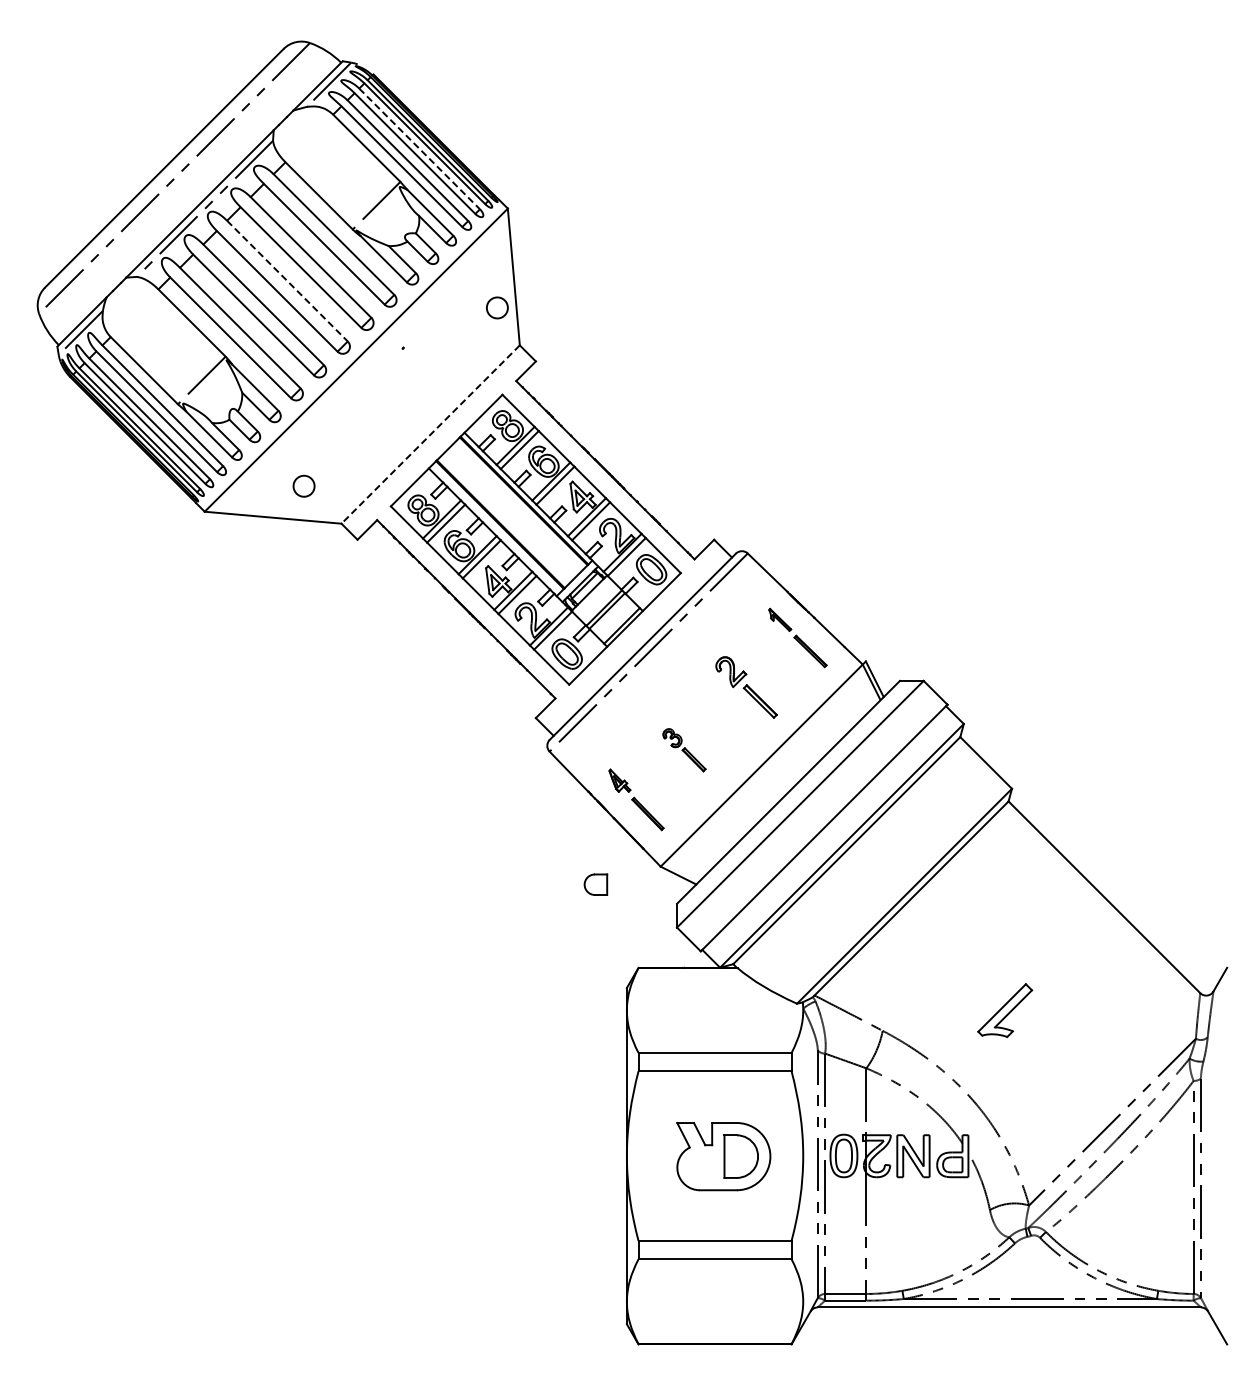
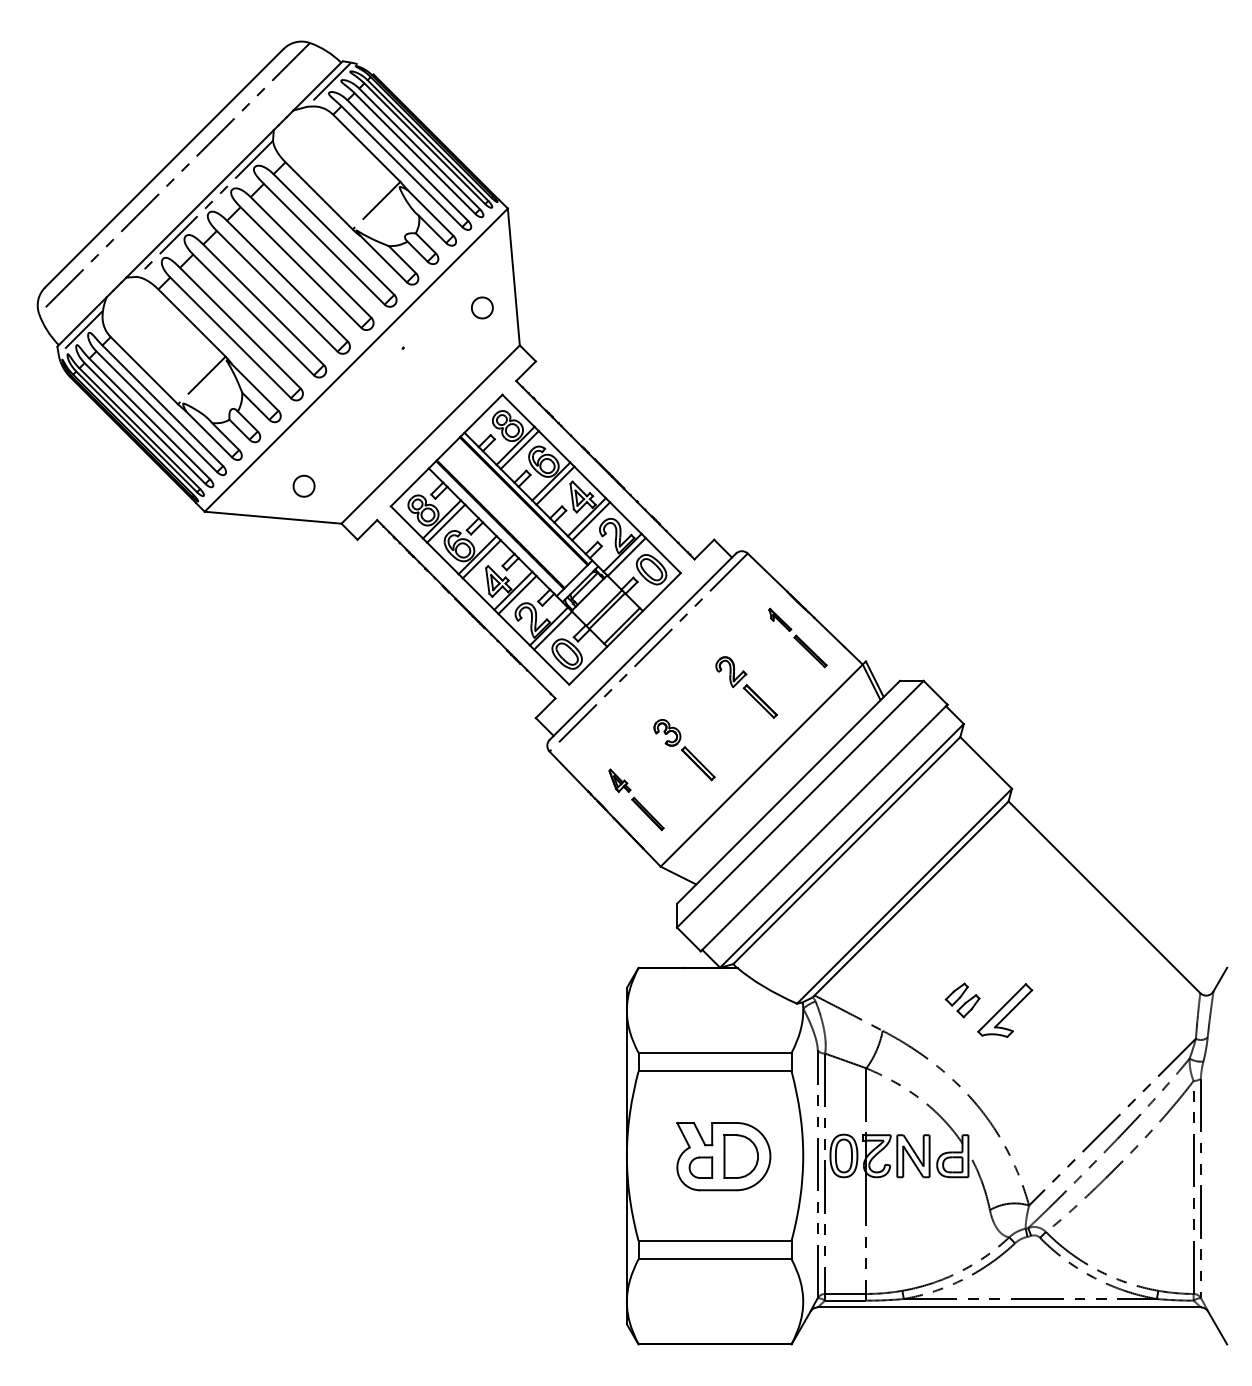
line at (419, 149): dashed -> solid
line at (287, 281): dashed -> solid
part at (497, 307) position: (497, 307) -> (482, 307)
line at (430, 434): dashed -> solid
part at (684, 750) size: 45x45 px -> 63x63 px
part at (595, 884) position: (595, 884) -> (700, 1167)
part at (962, 1000): none -> present
